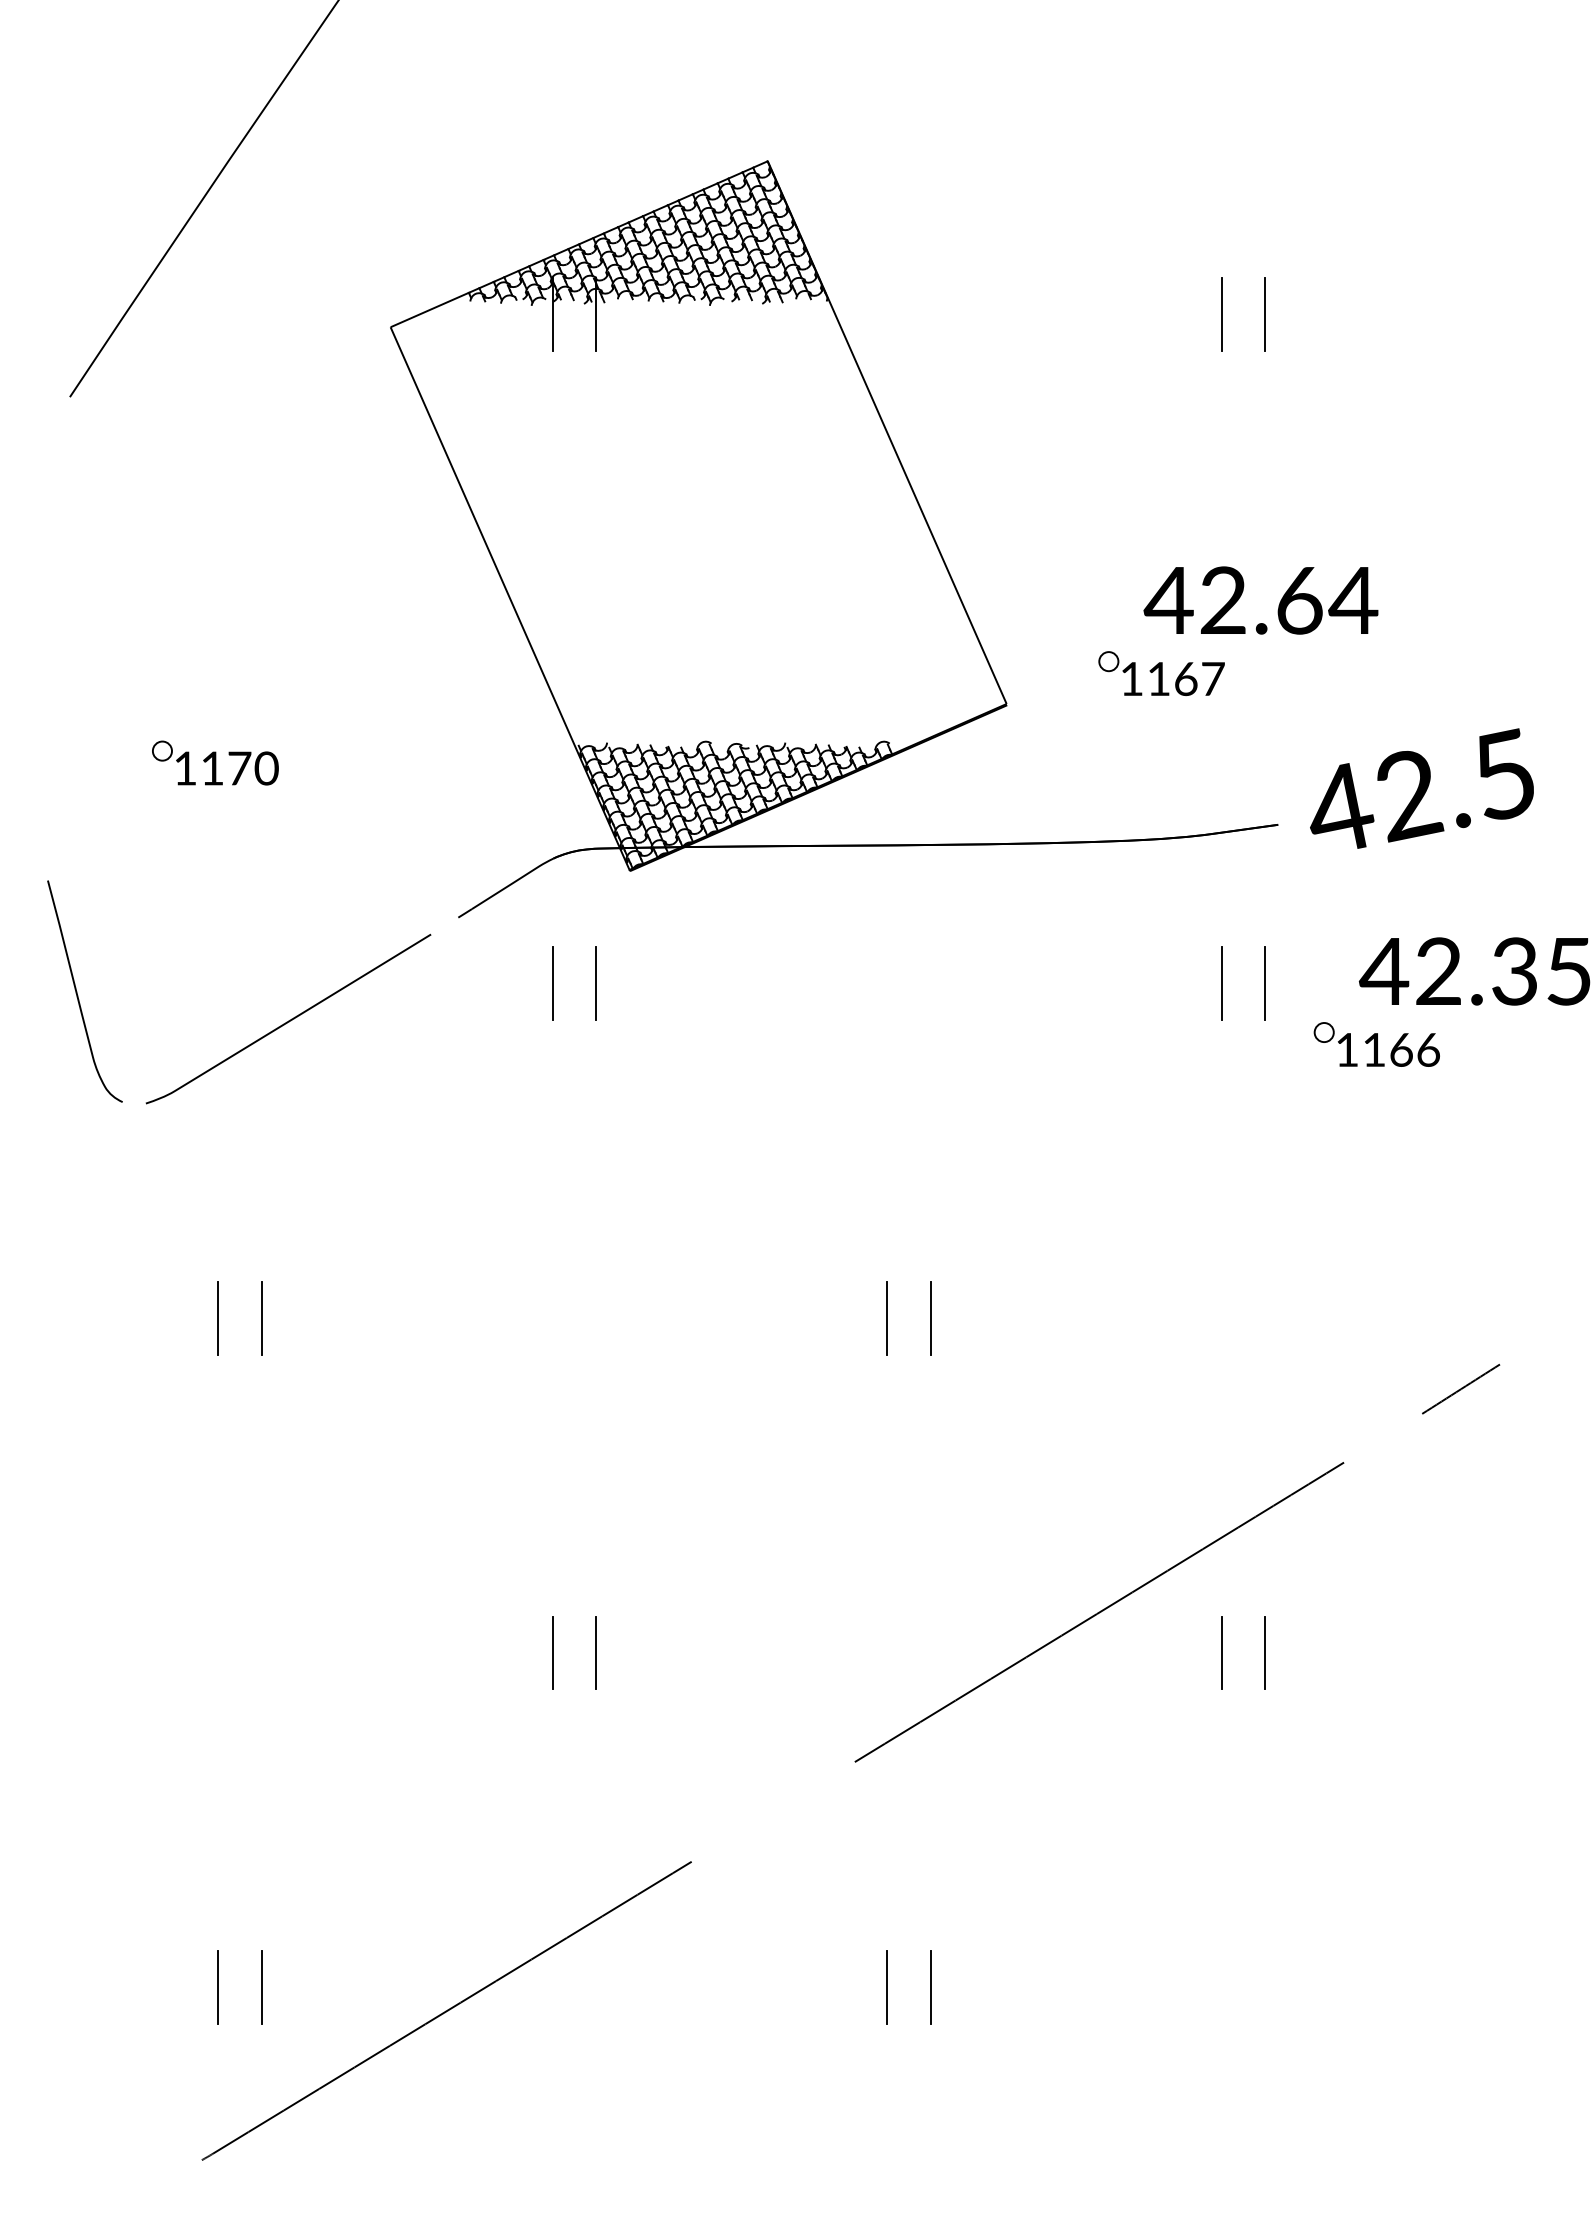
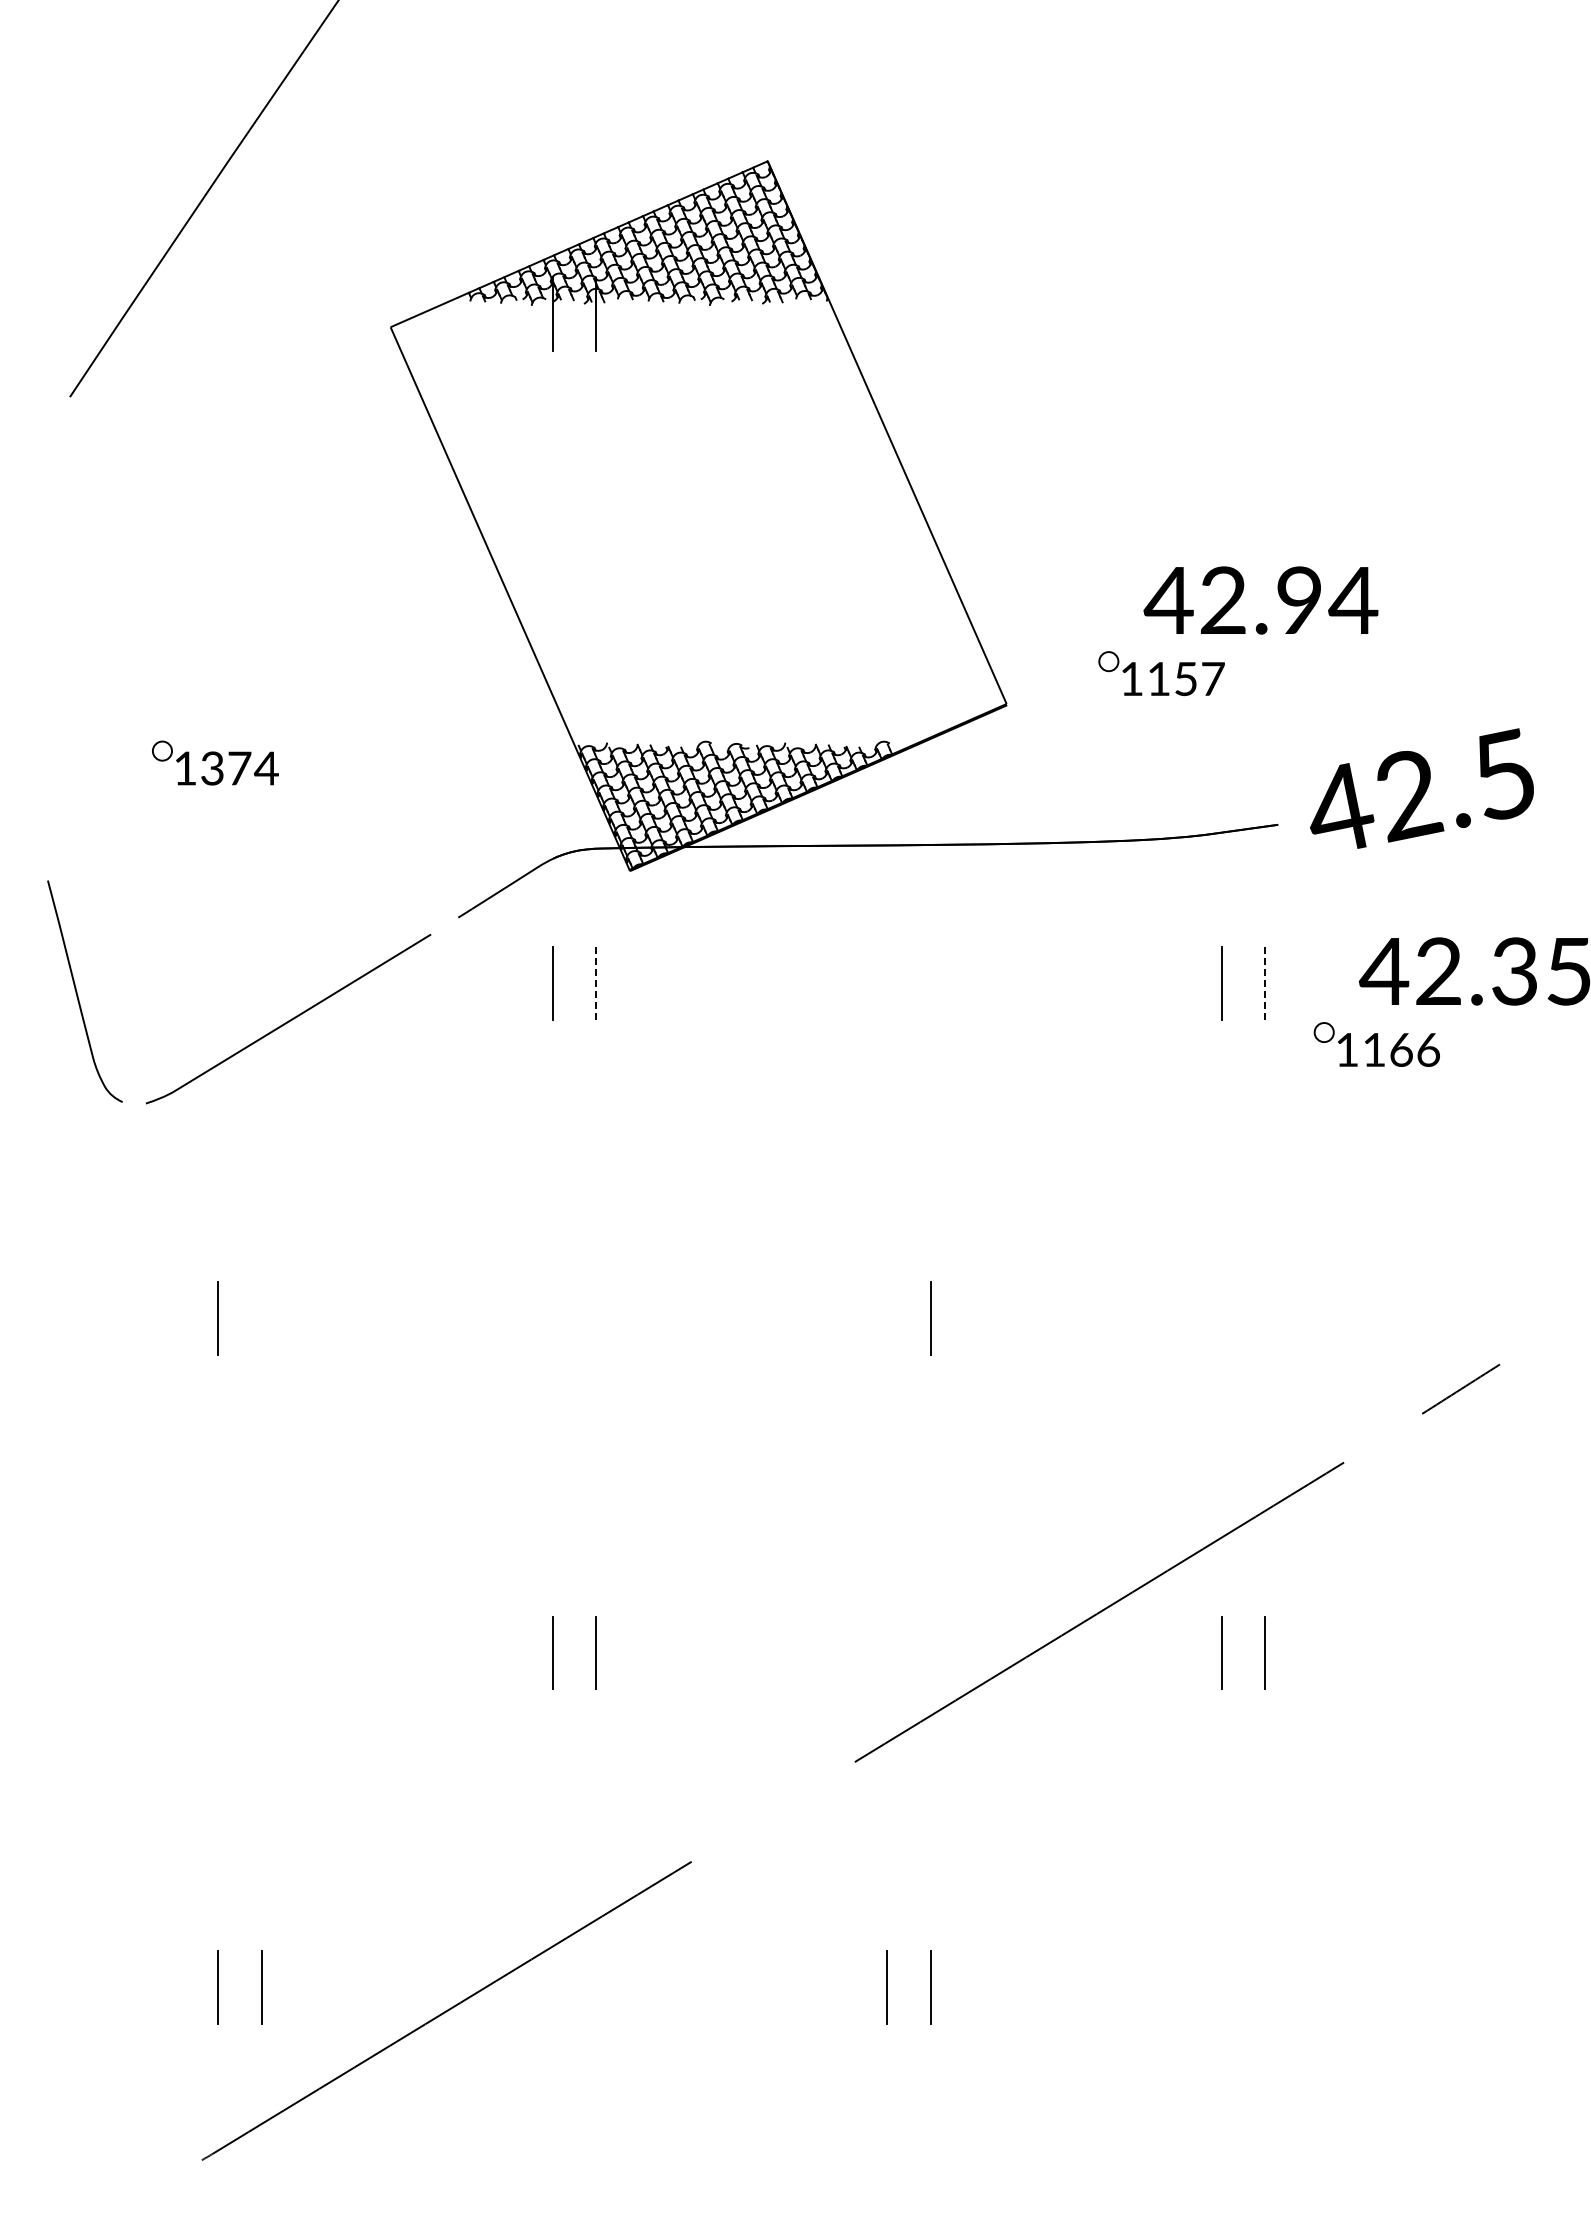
line at (1221, 314): present -> none
line at (1265, 314): present -> none
text at (1299, 600): 42.64 -> 42.94
text at (1186, 679): 1167 -> 1157
text at (239, 768): 1170 -> 1374
line at (596, 984): solid -> dashed
line at (1265, 984): solid -> dashed
line at (261, 1317): present -> none
line at (887, 1317): present -> none
